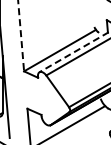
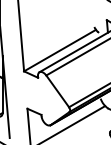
line at (21, 35): dashed -> solid
line at (75, 51): dashed -> solid
